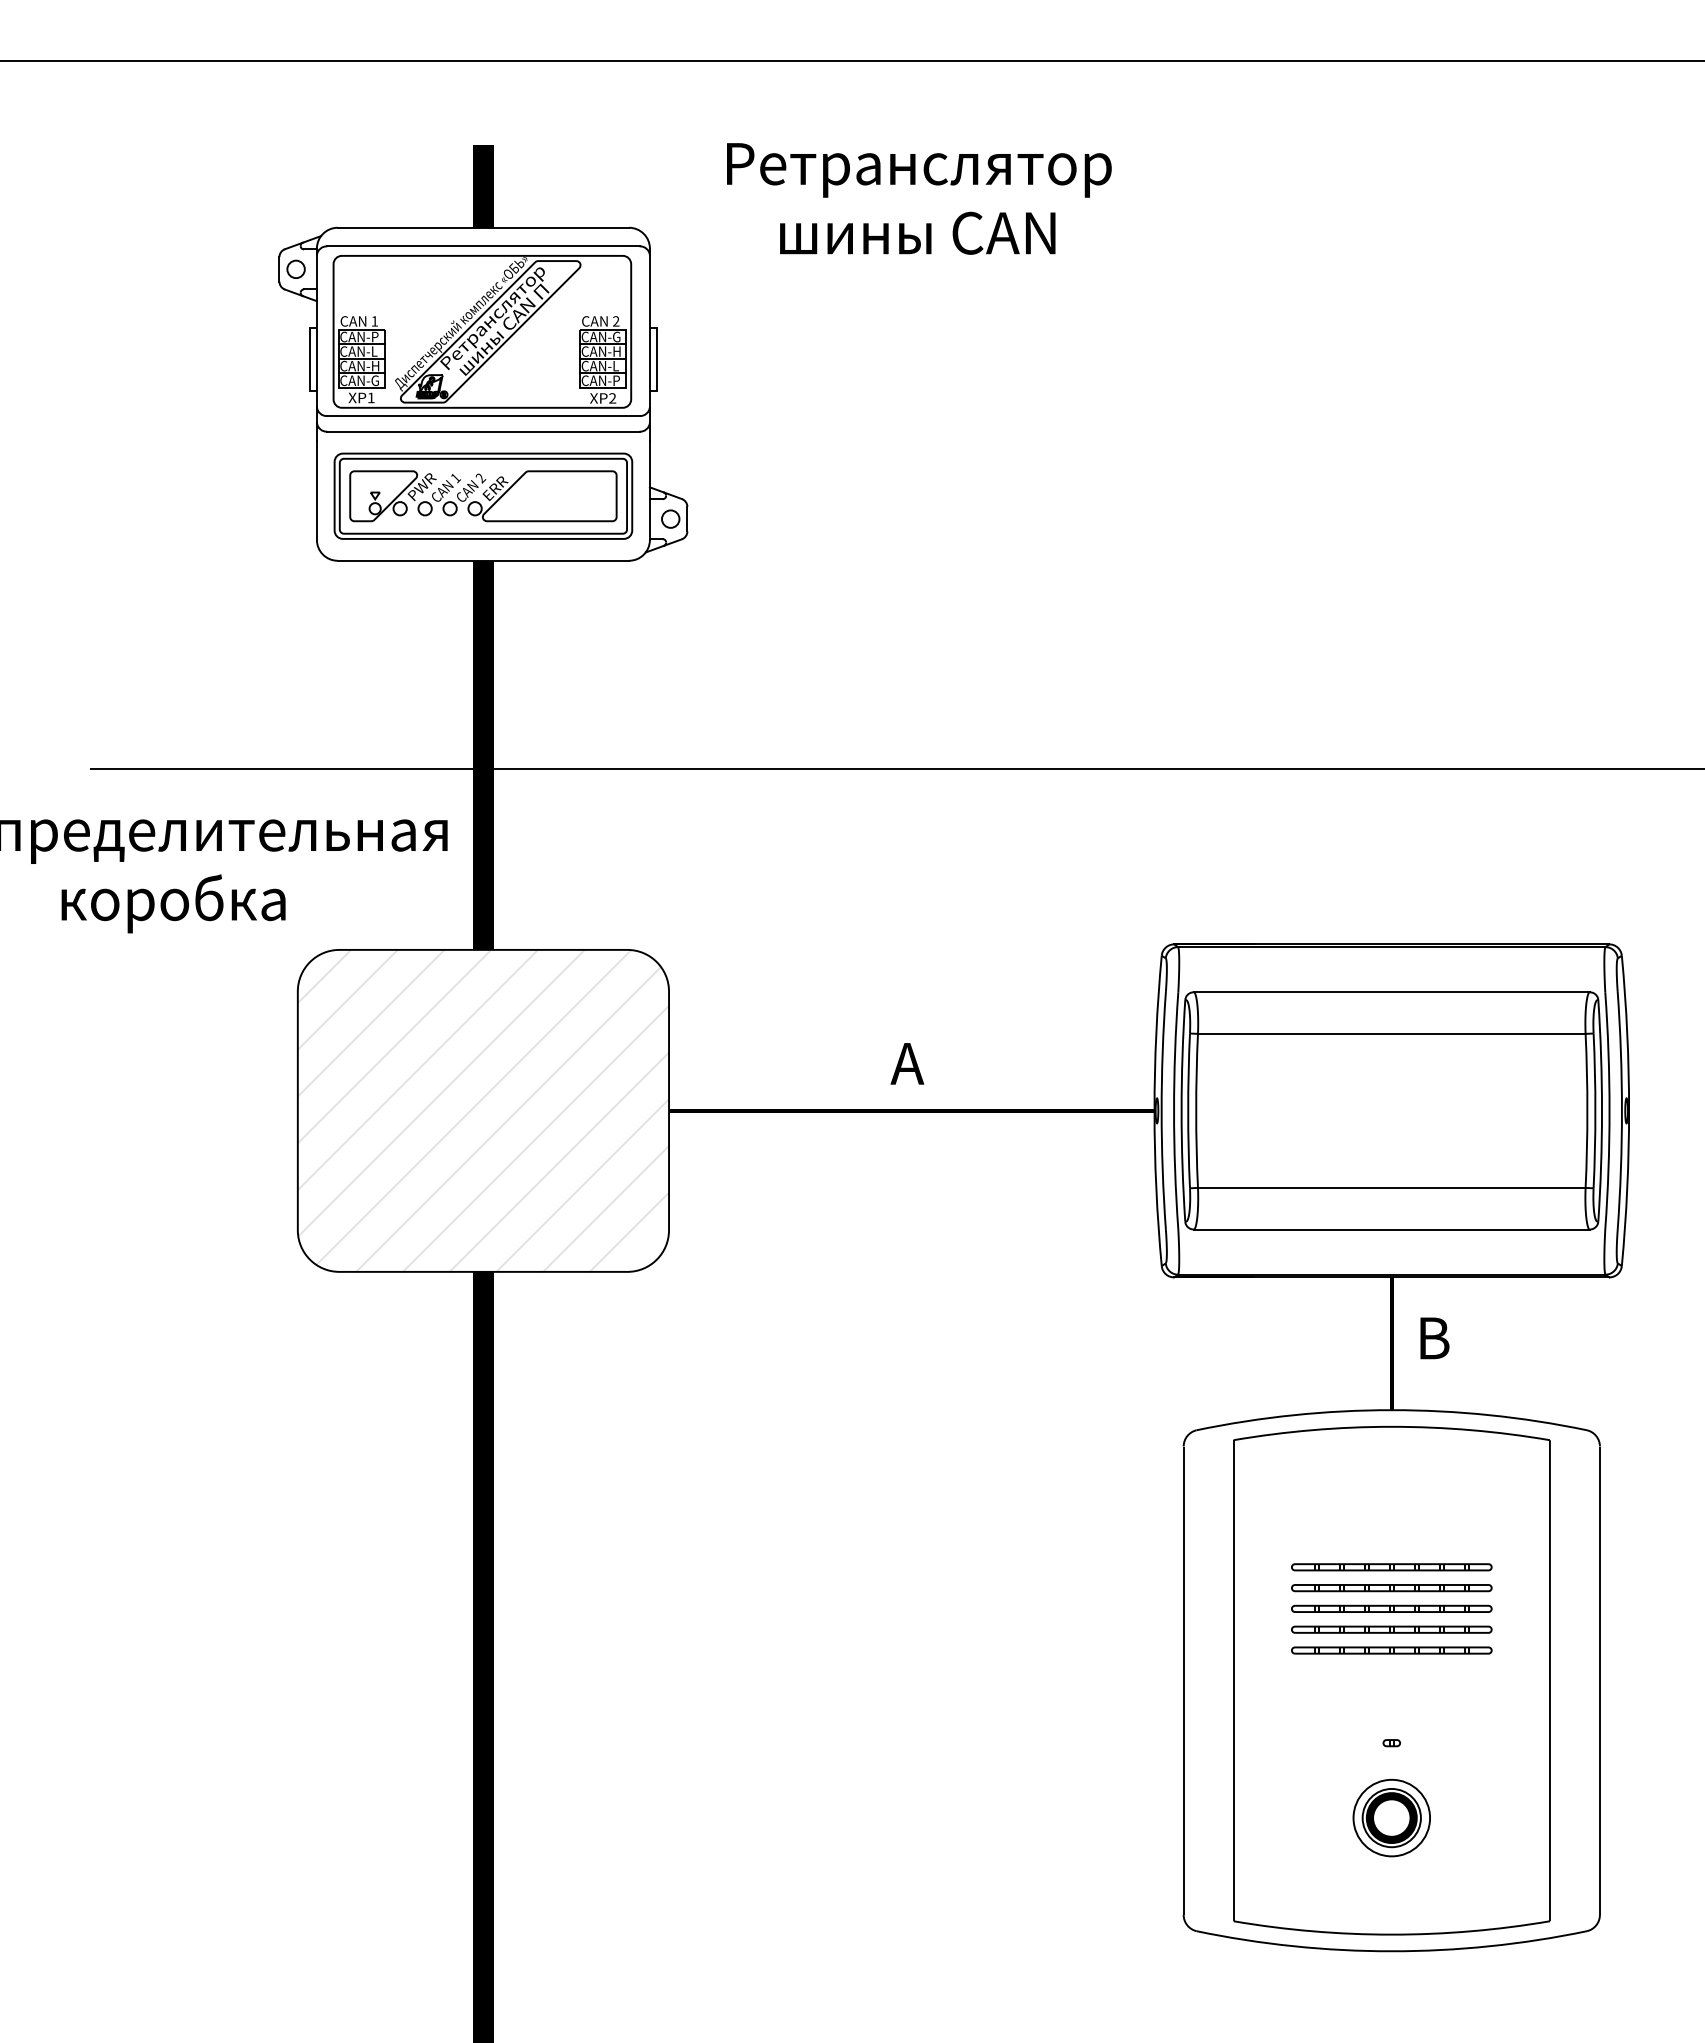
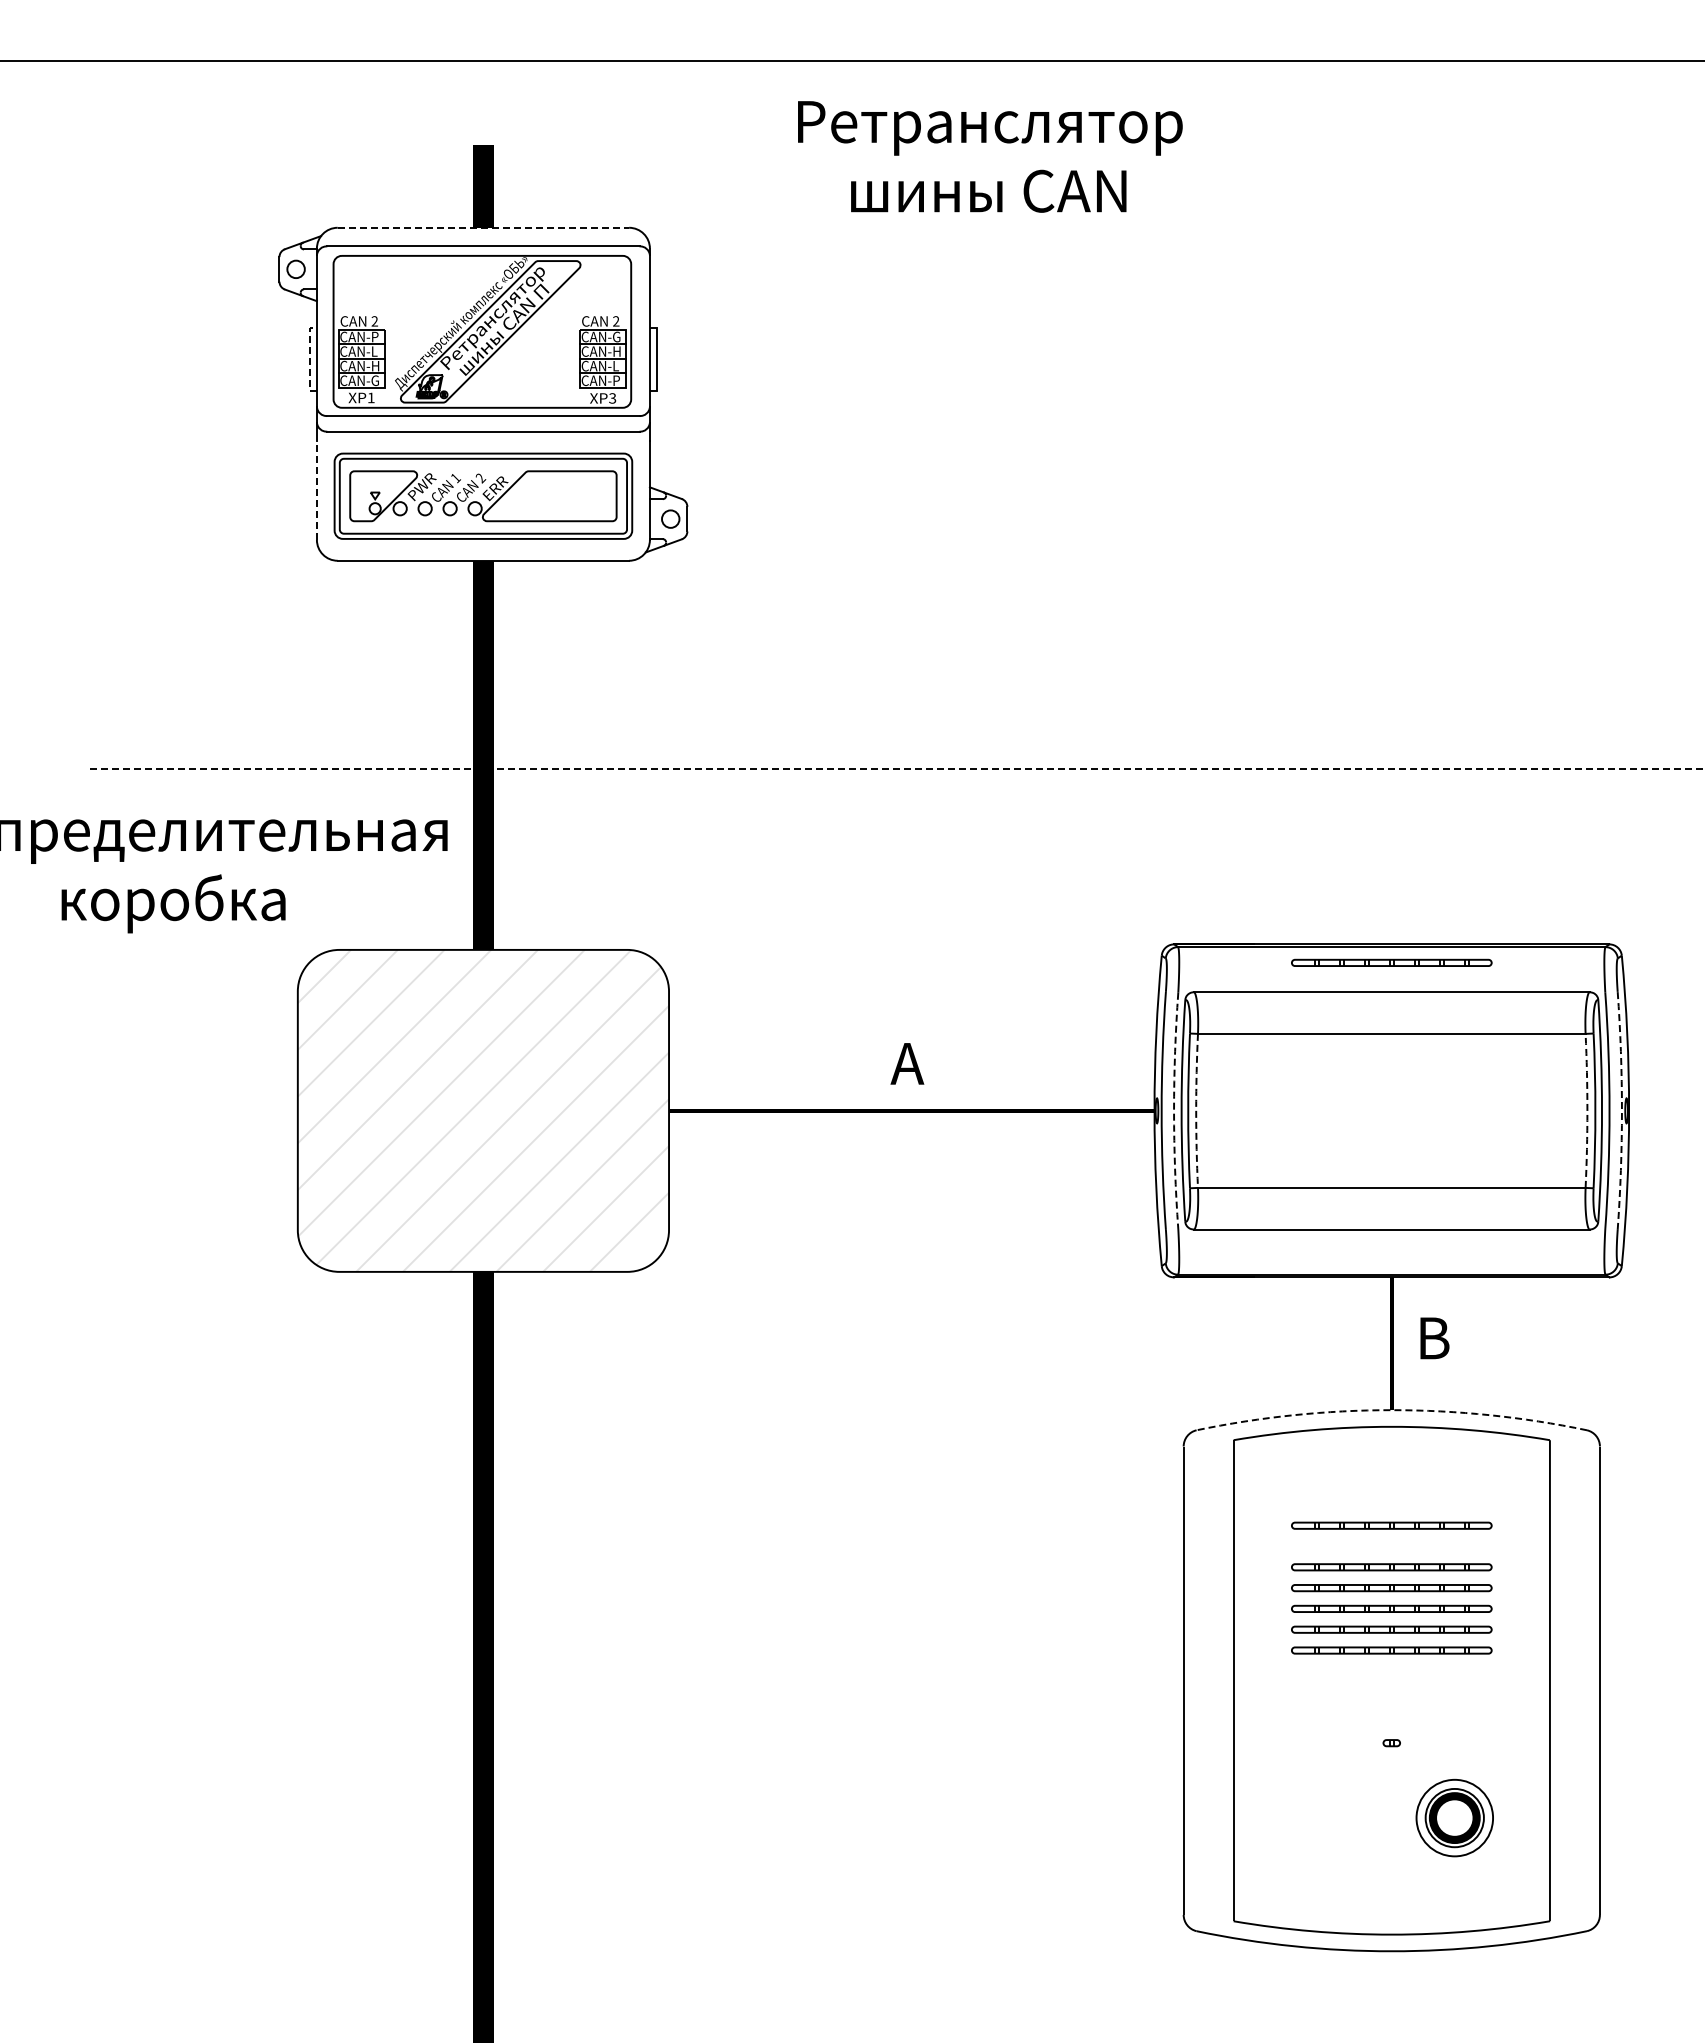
text at (919, 198) position: (919, 198) -> (990, 156)
line at (483, 227): solid -> dashed
text at (374, 321): 1 -> 2
line at (310, 359): solid -> dashed
text at (612, 398): XP2 -> XP3
line at (316, 490): solid -> dashed
line at (897, 768): solid -> dashed
part at (1391, 962): none -> present
arc at (1174, 1110): solid -> dashed
arc at (1196, 1110): solid -> dashed
arc at (1587, 1110): solid -> dashed
arc at (1621, 1110): solid -> dashed
arc at (1391, 1410): solid -> dashed
part at (1391, 1525): none -> present
part at (1391, 1817) position: (1391, 1817) -> (1454, 1817)
